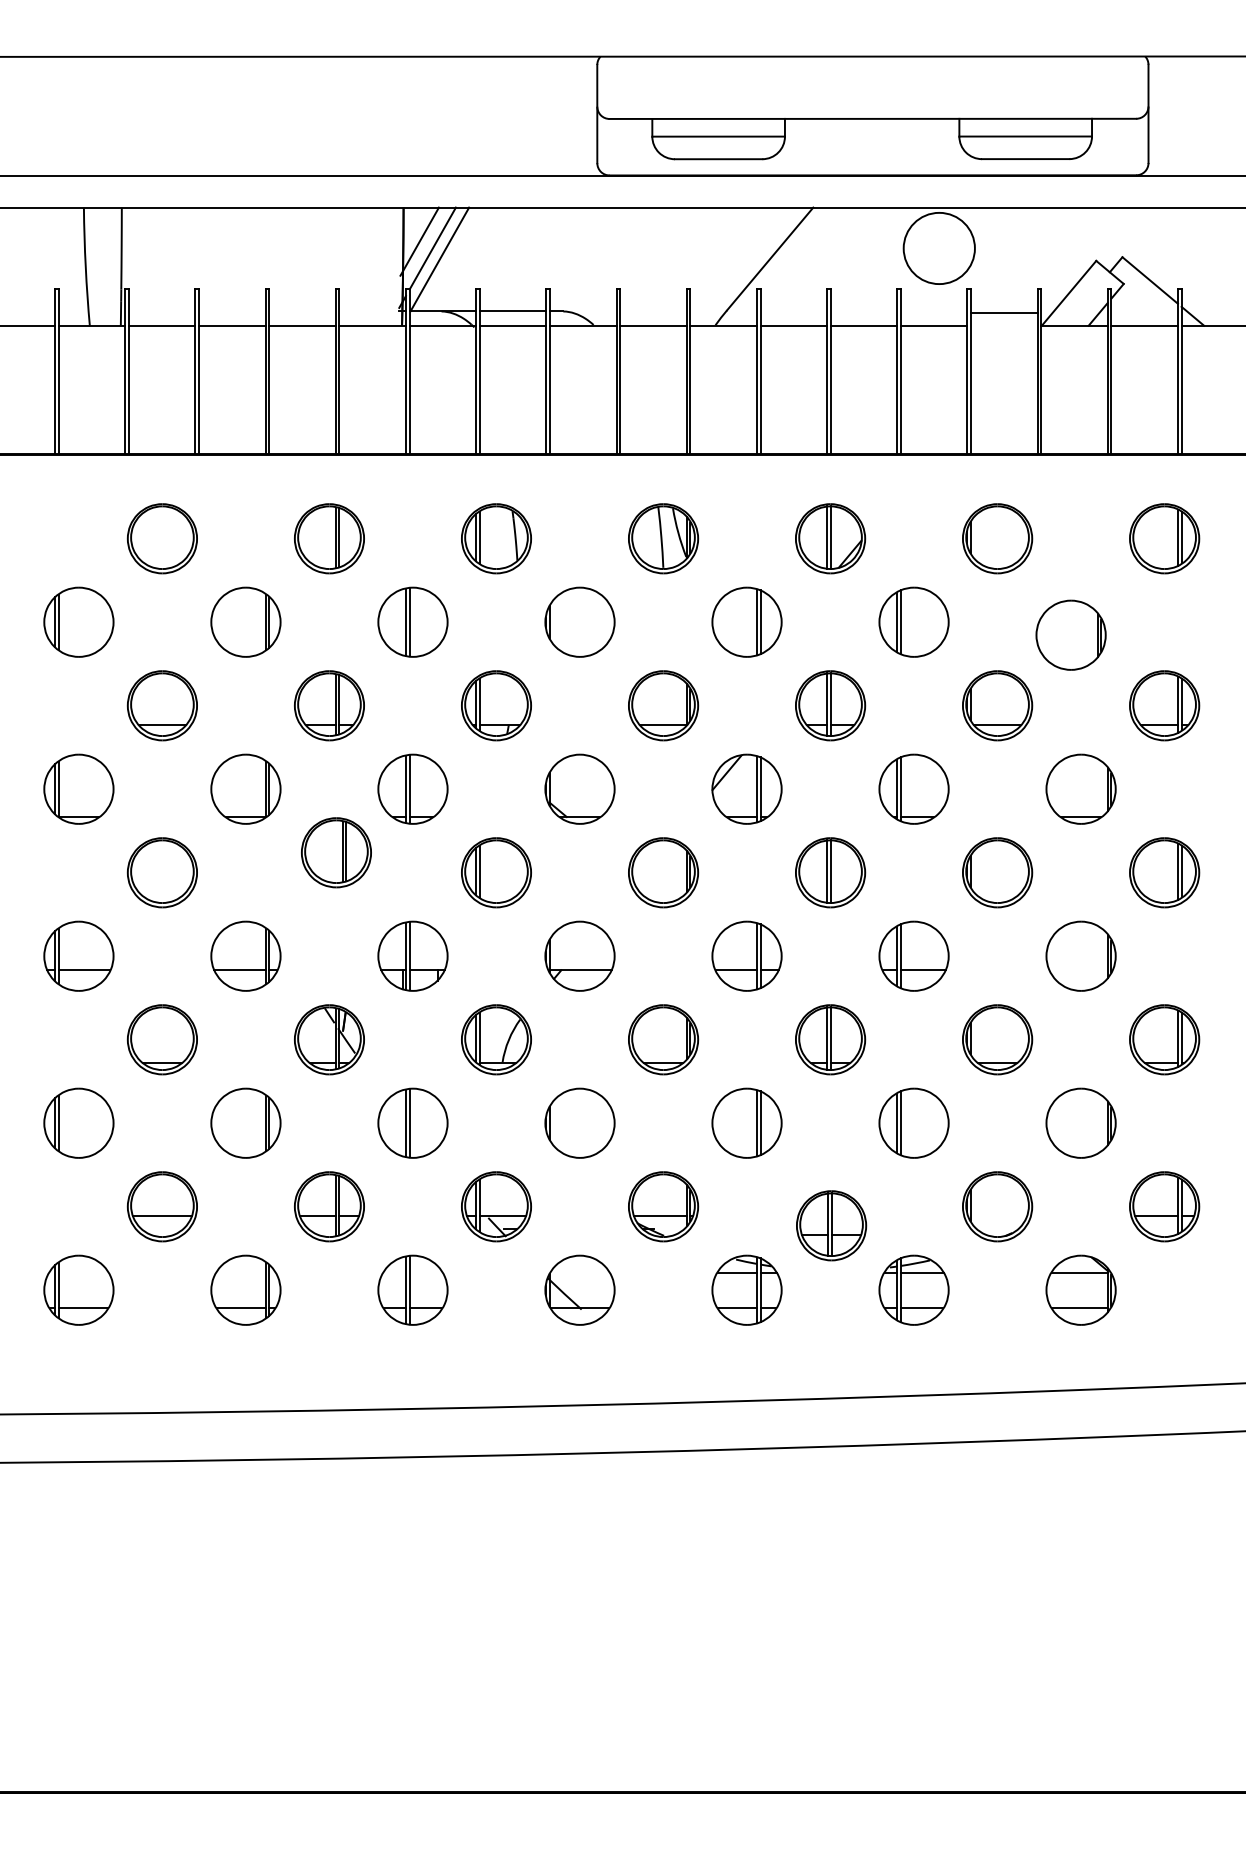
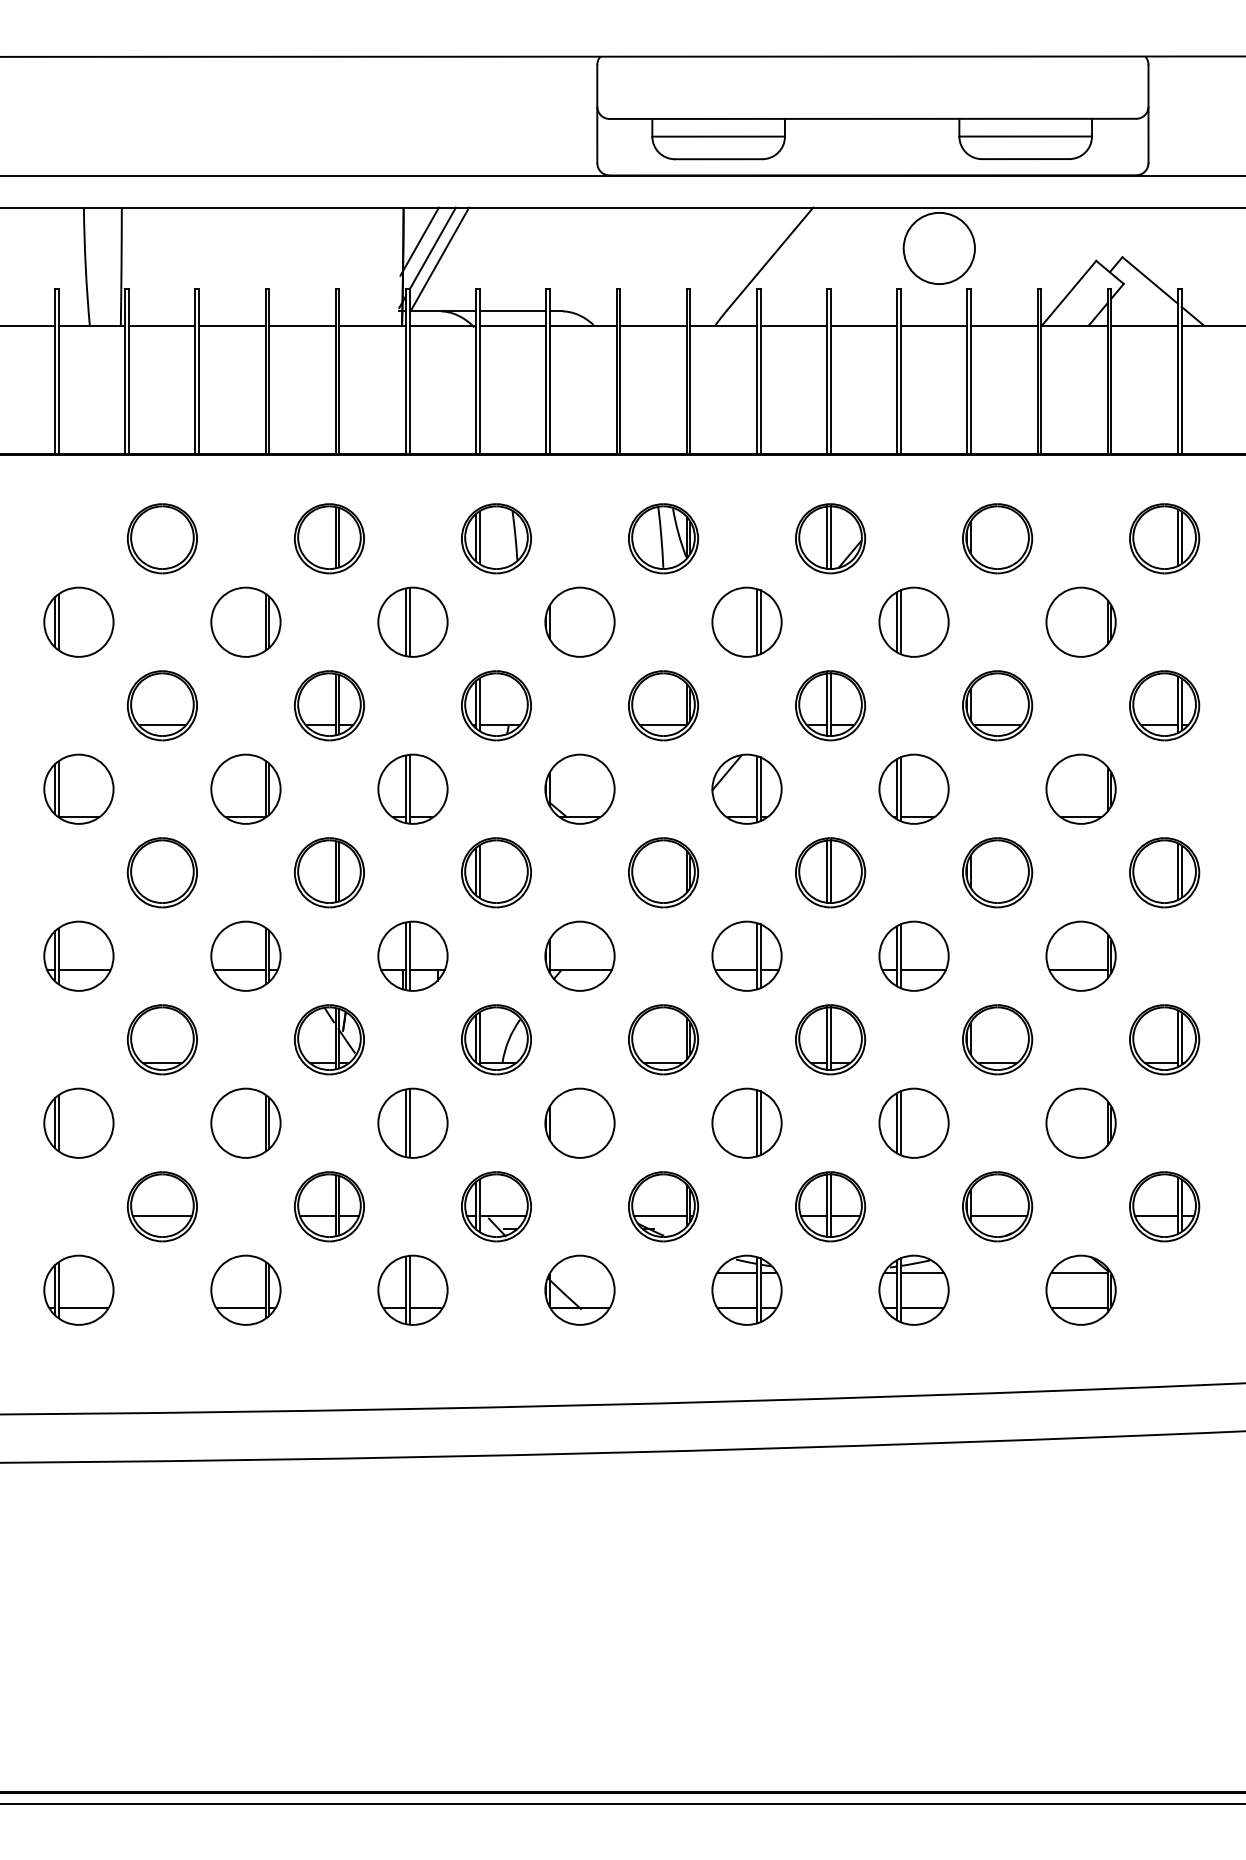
line at (1004, 312) position: (1004, 312) -> (1004, 325)
part at (1070, 634) position: (1070, 634) -> (1080, 621)
part at (336, 852) position: (336, 852) -> (329, 872)
line at (1078, 970): none -> present
line at (998, 1215): none -> present
part at (831, 1225) position: (831, 1225) -> (830, 1206)
line at (622, 1804): none -> present
